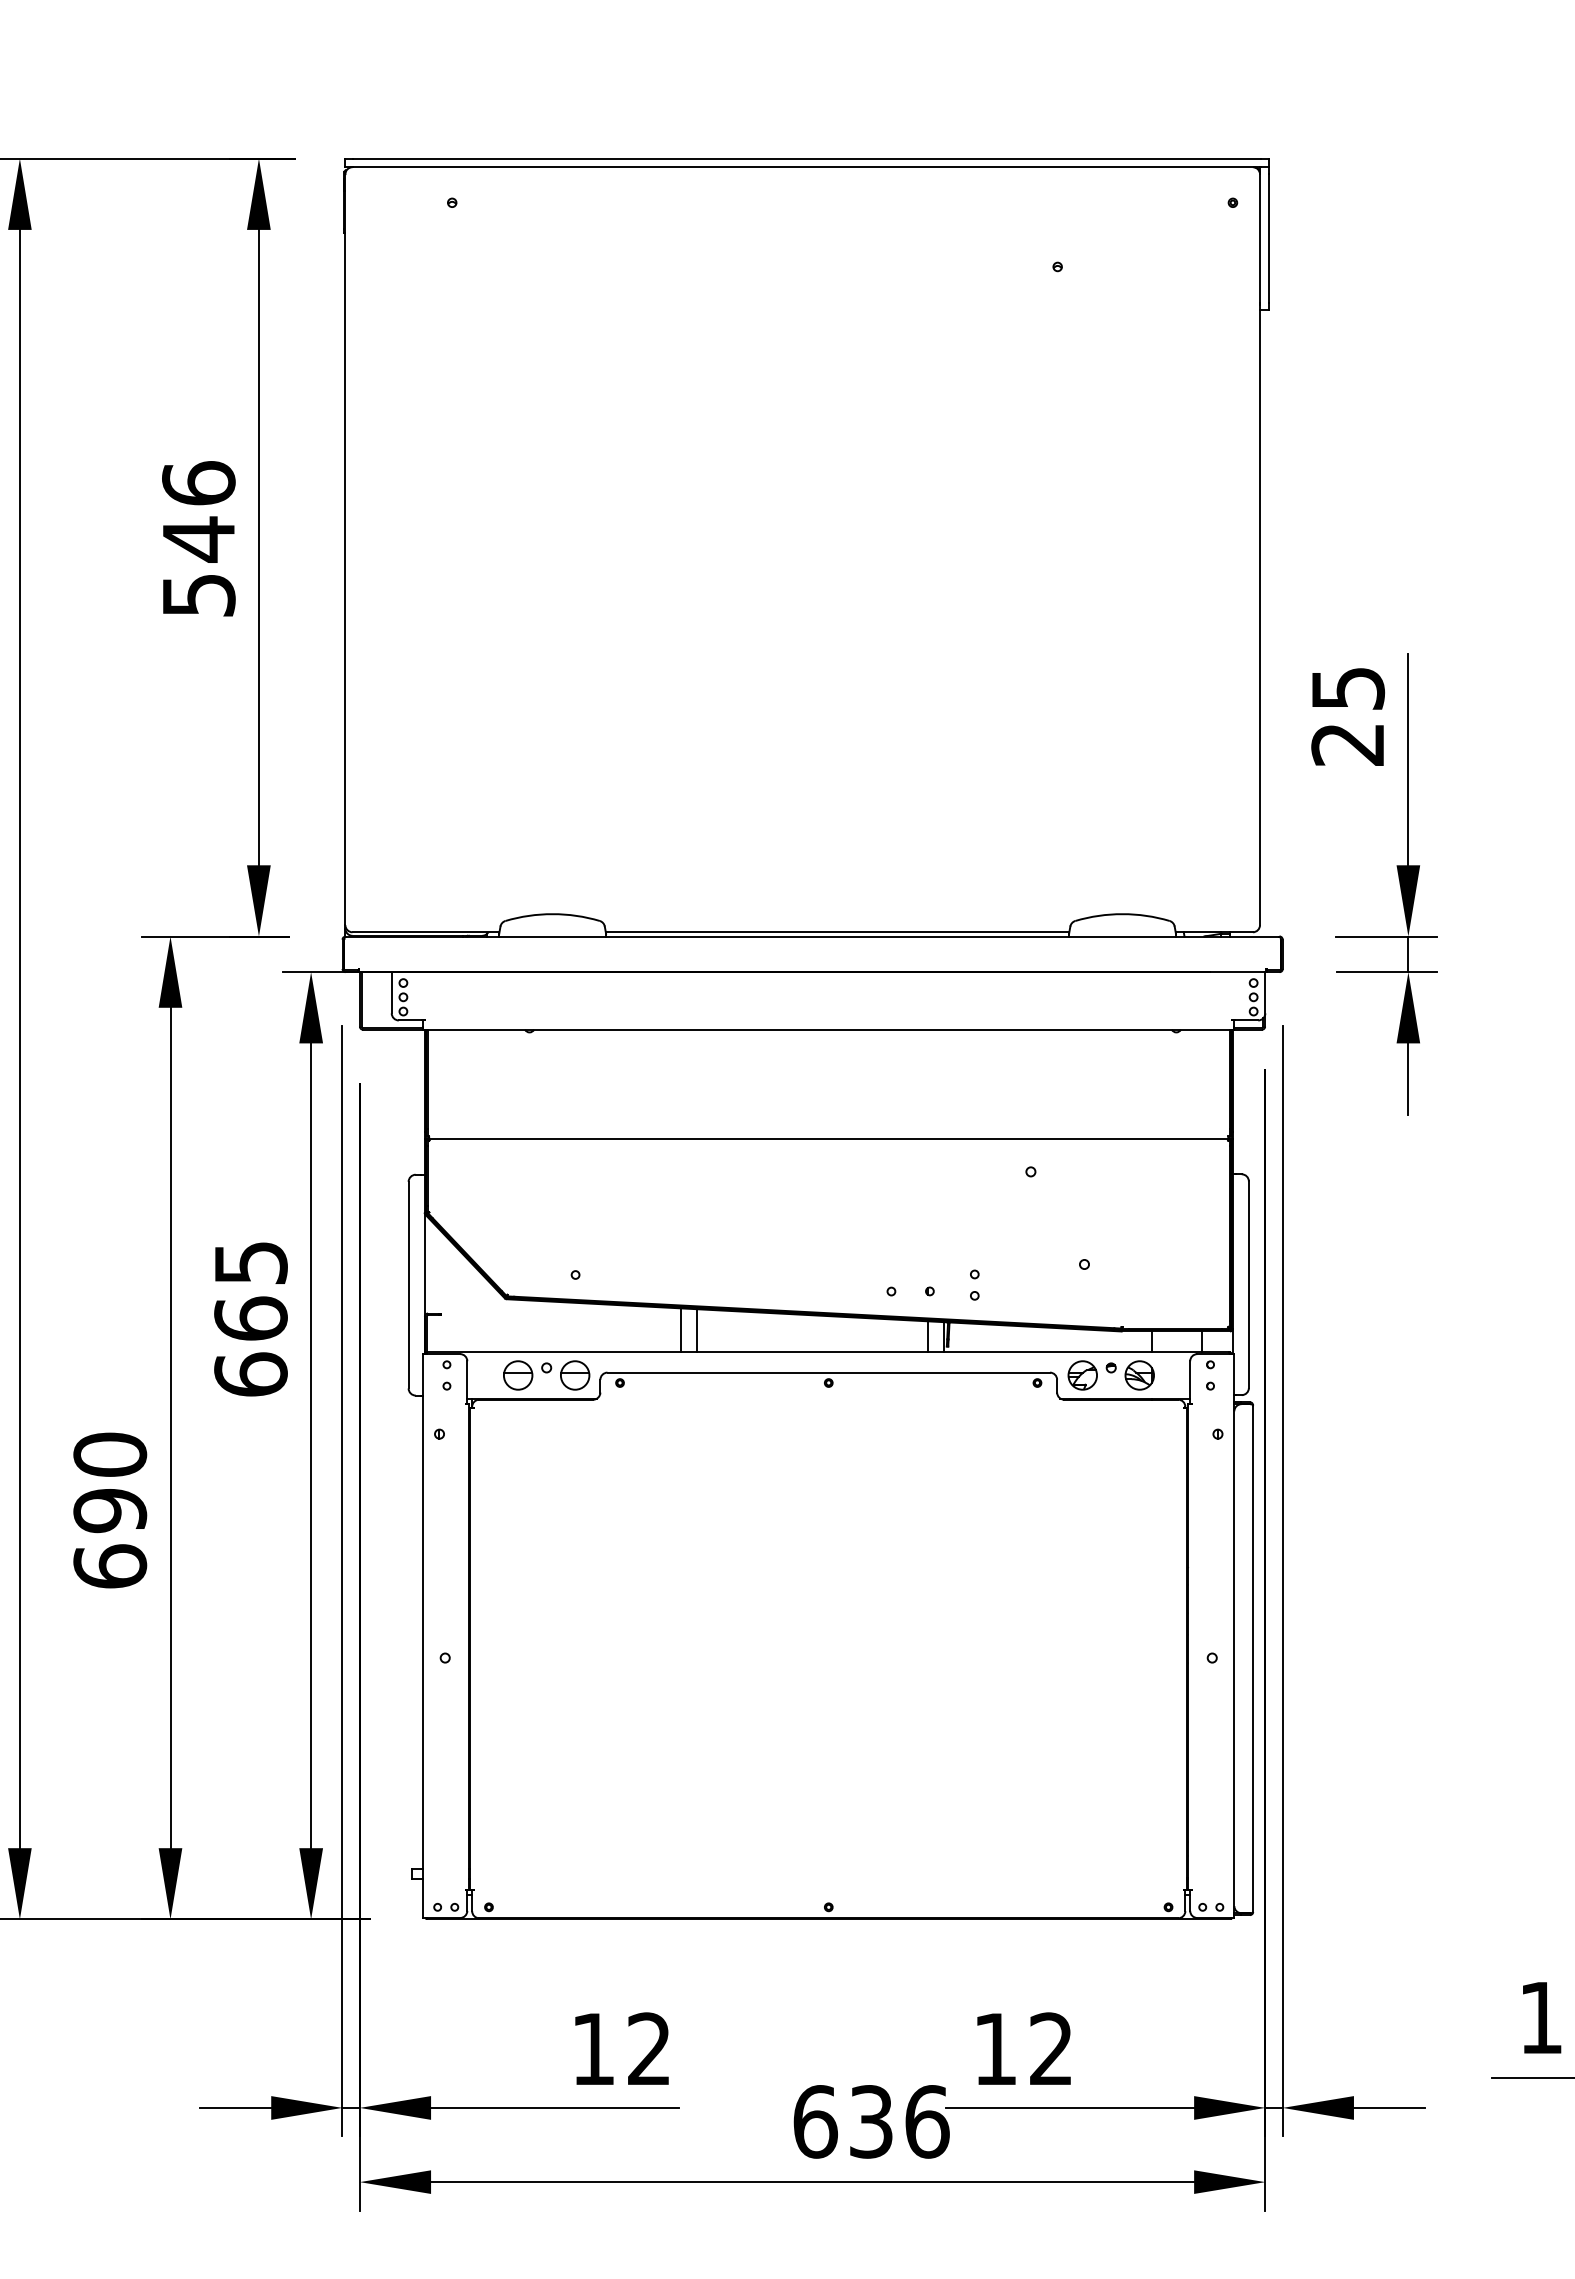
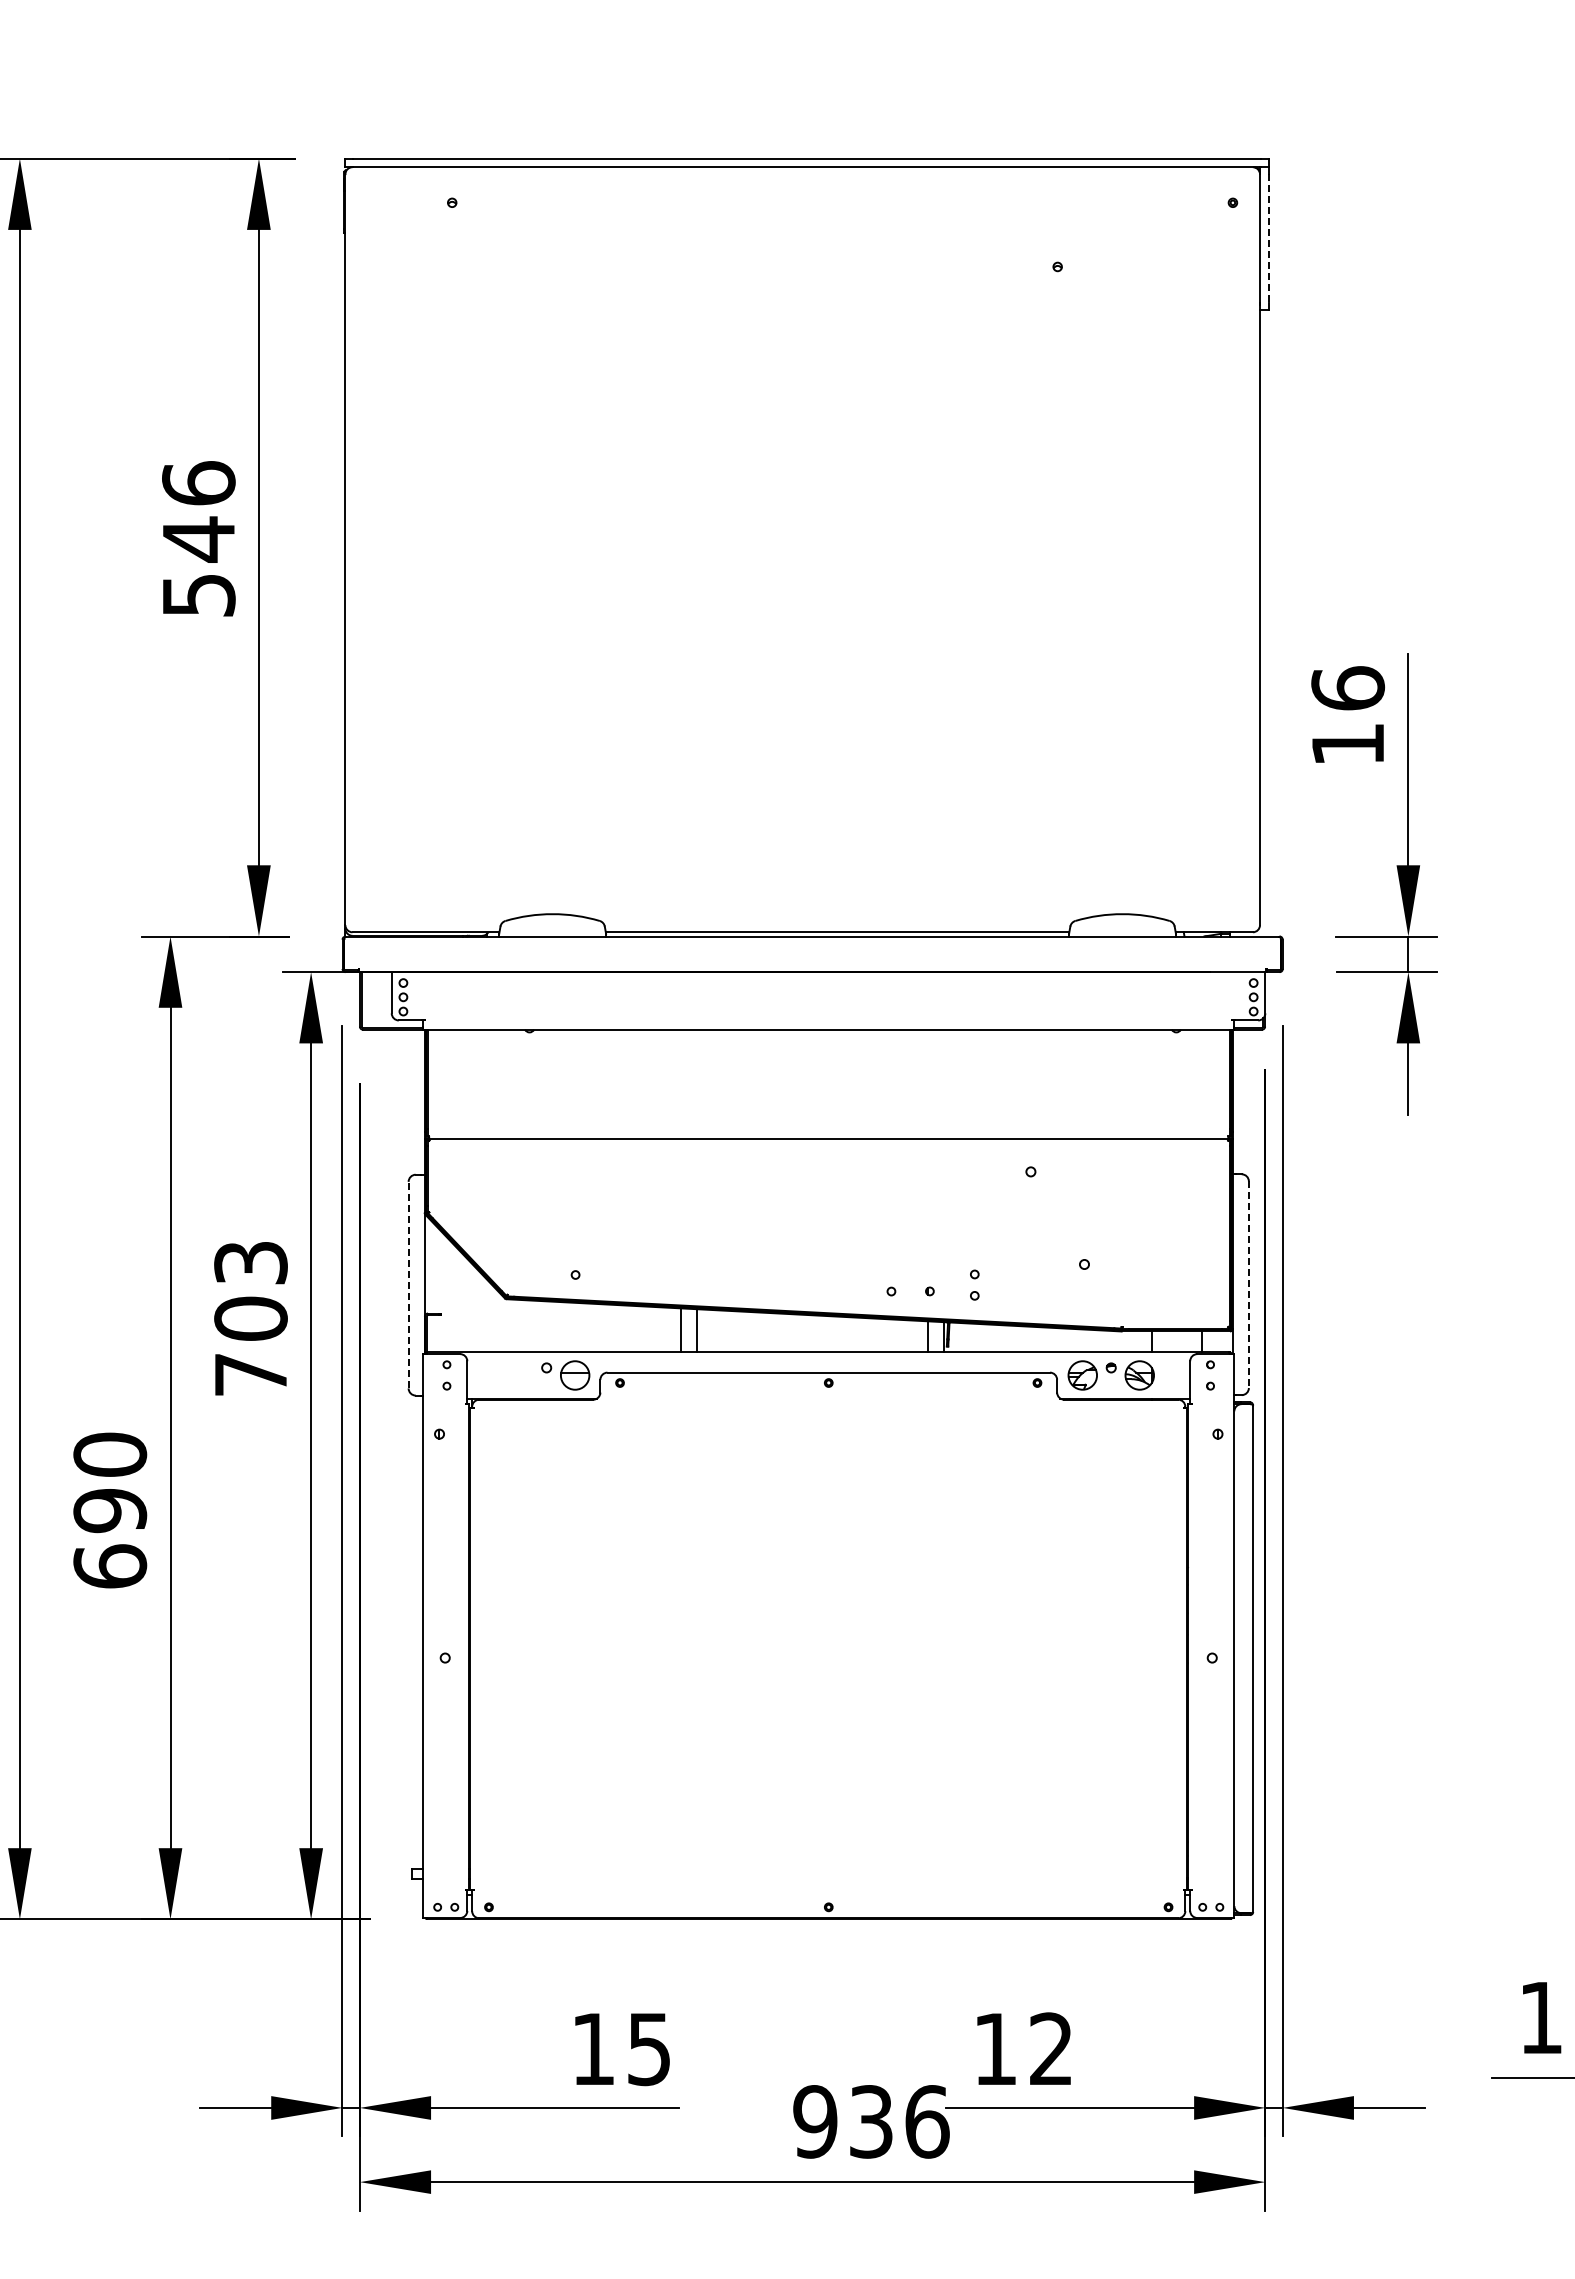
line at (1268, 238): solid -> dashed
text at (1348, 715): 25 -> 16
line at (408, 1284): solid -> dashed
line at (1248, 1285): solid -> dashed
text at (250, 1319): 665 -> 703
part at (518, 1375): present -> none
text at (648, 2049): 12 -> 15
text at (815, 2121): 636 -> 936
